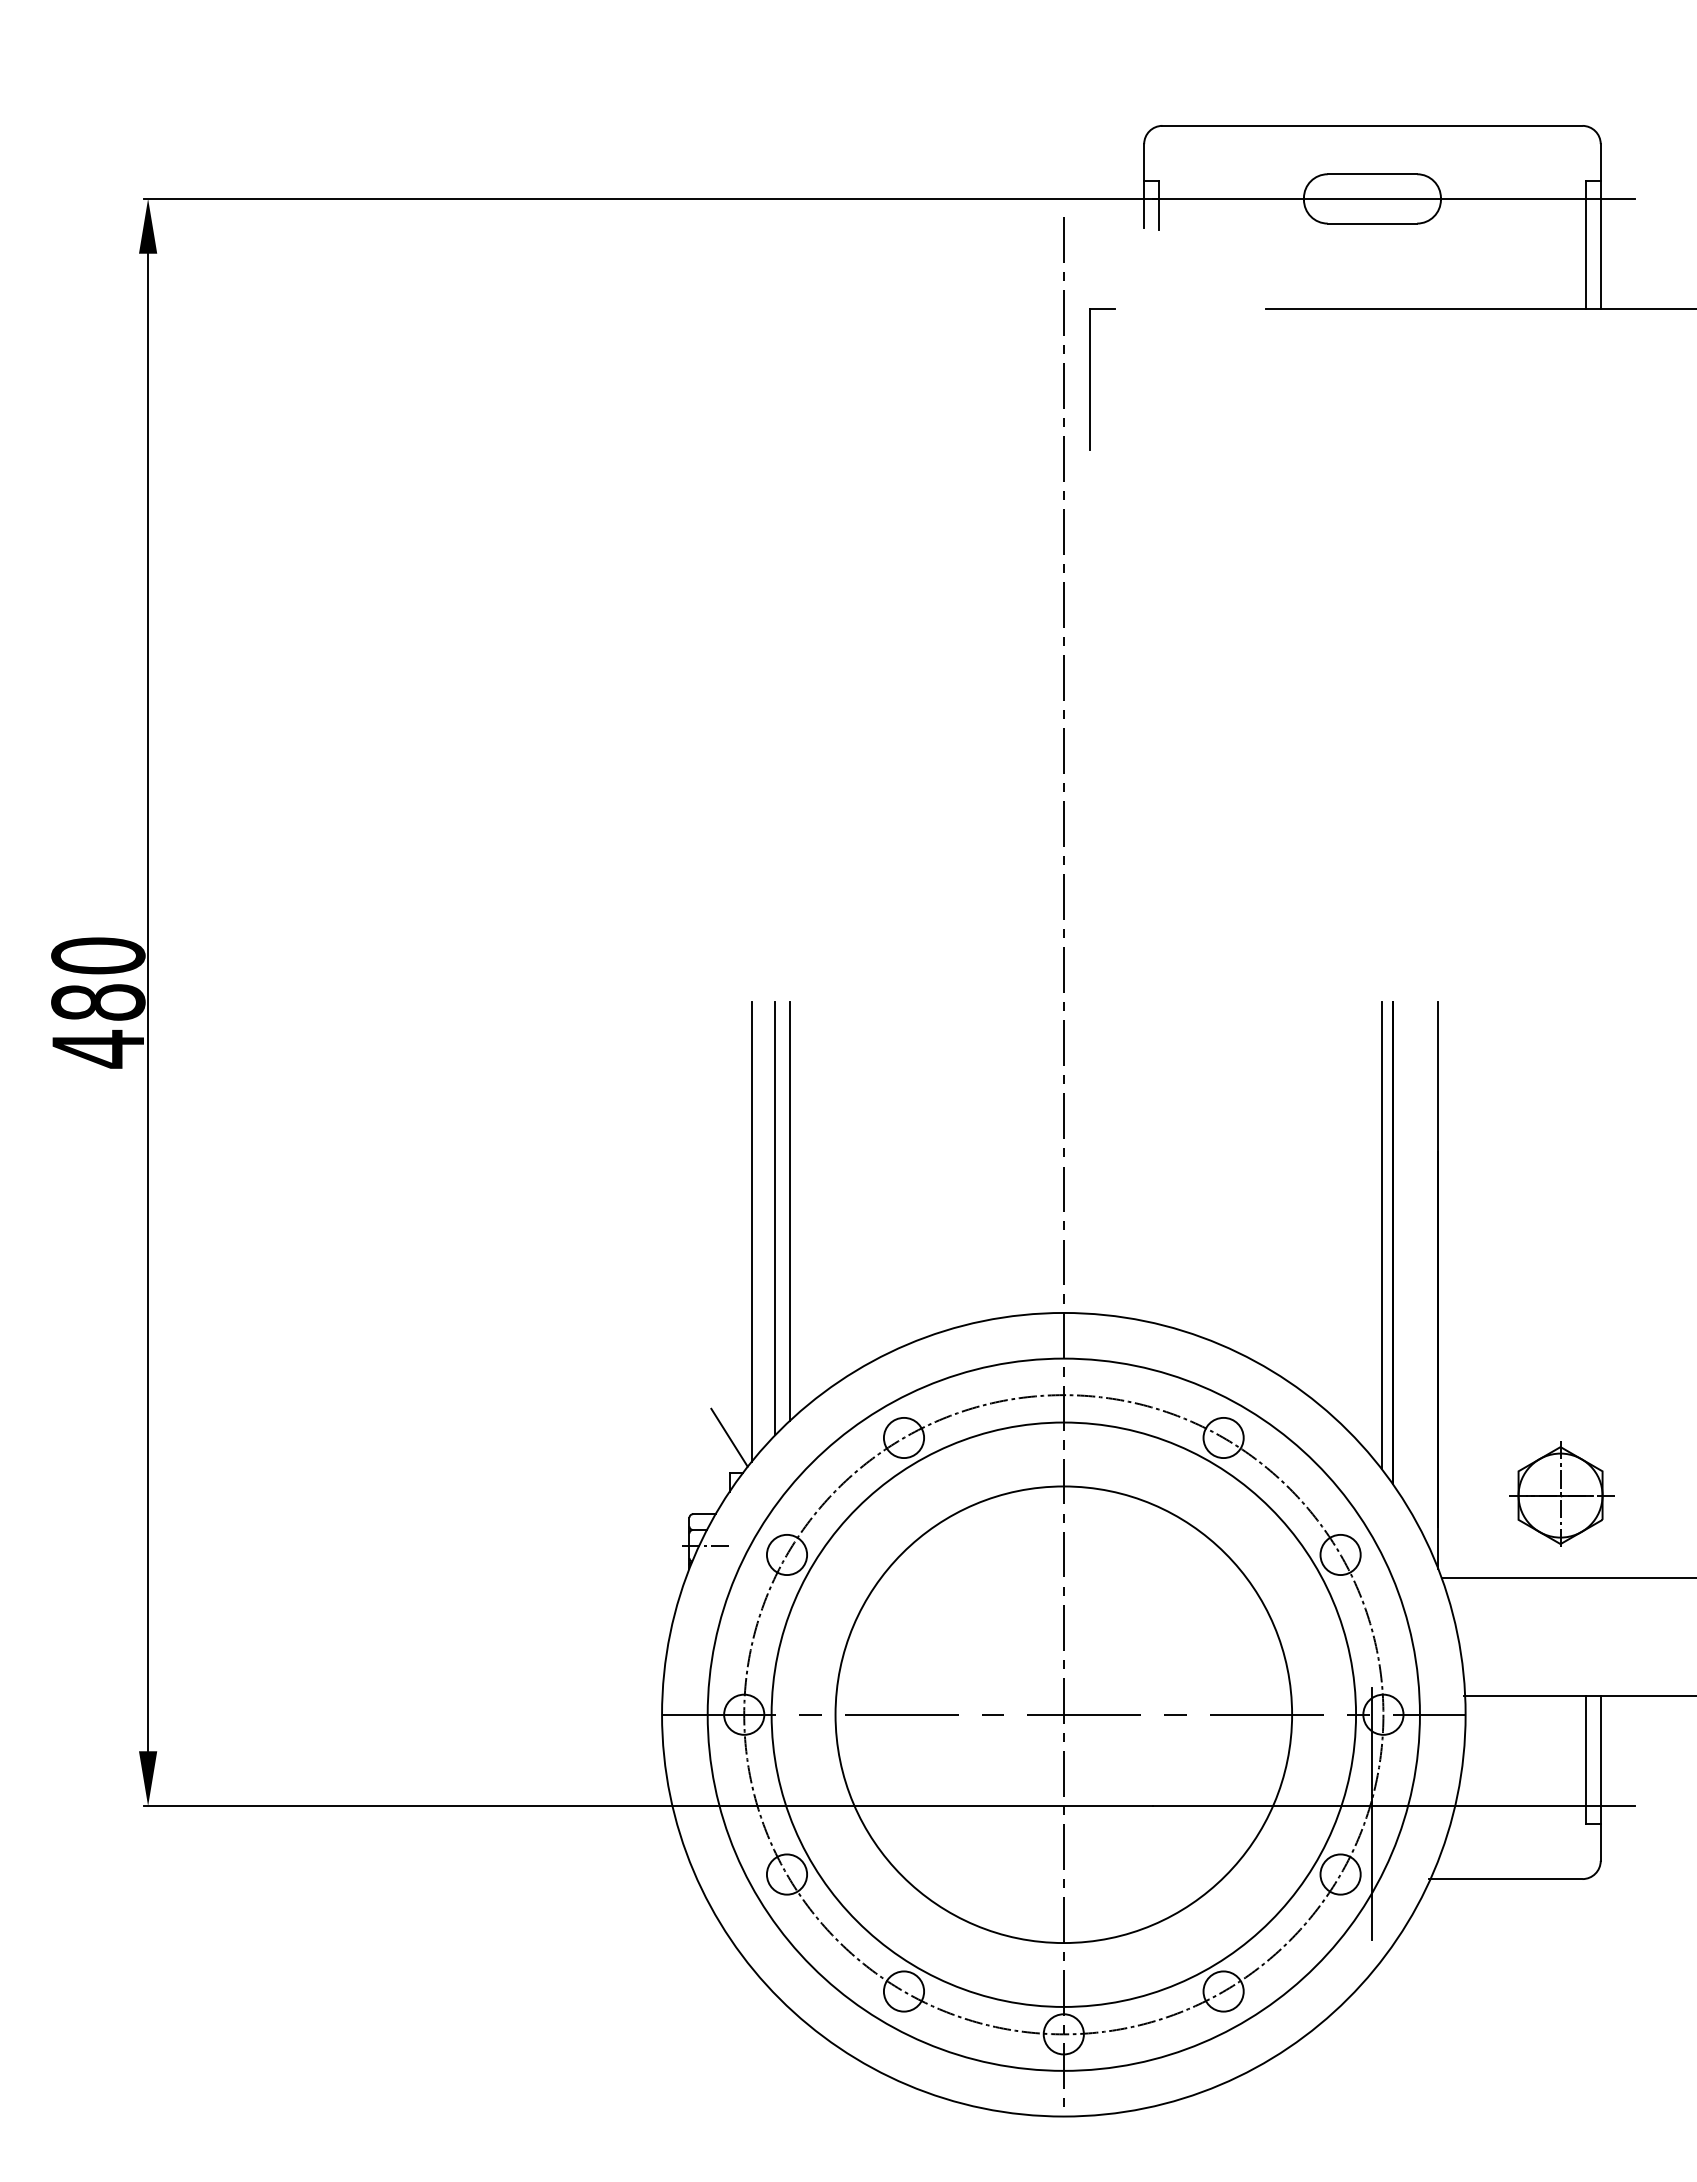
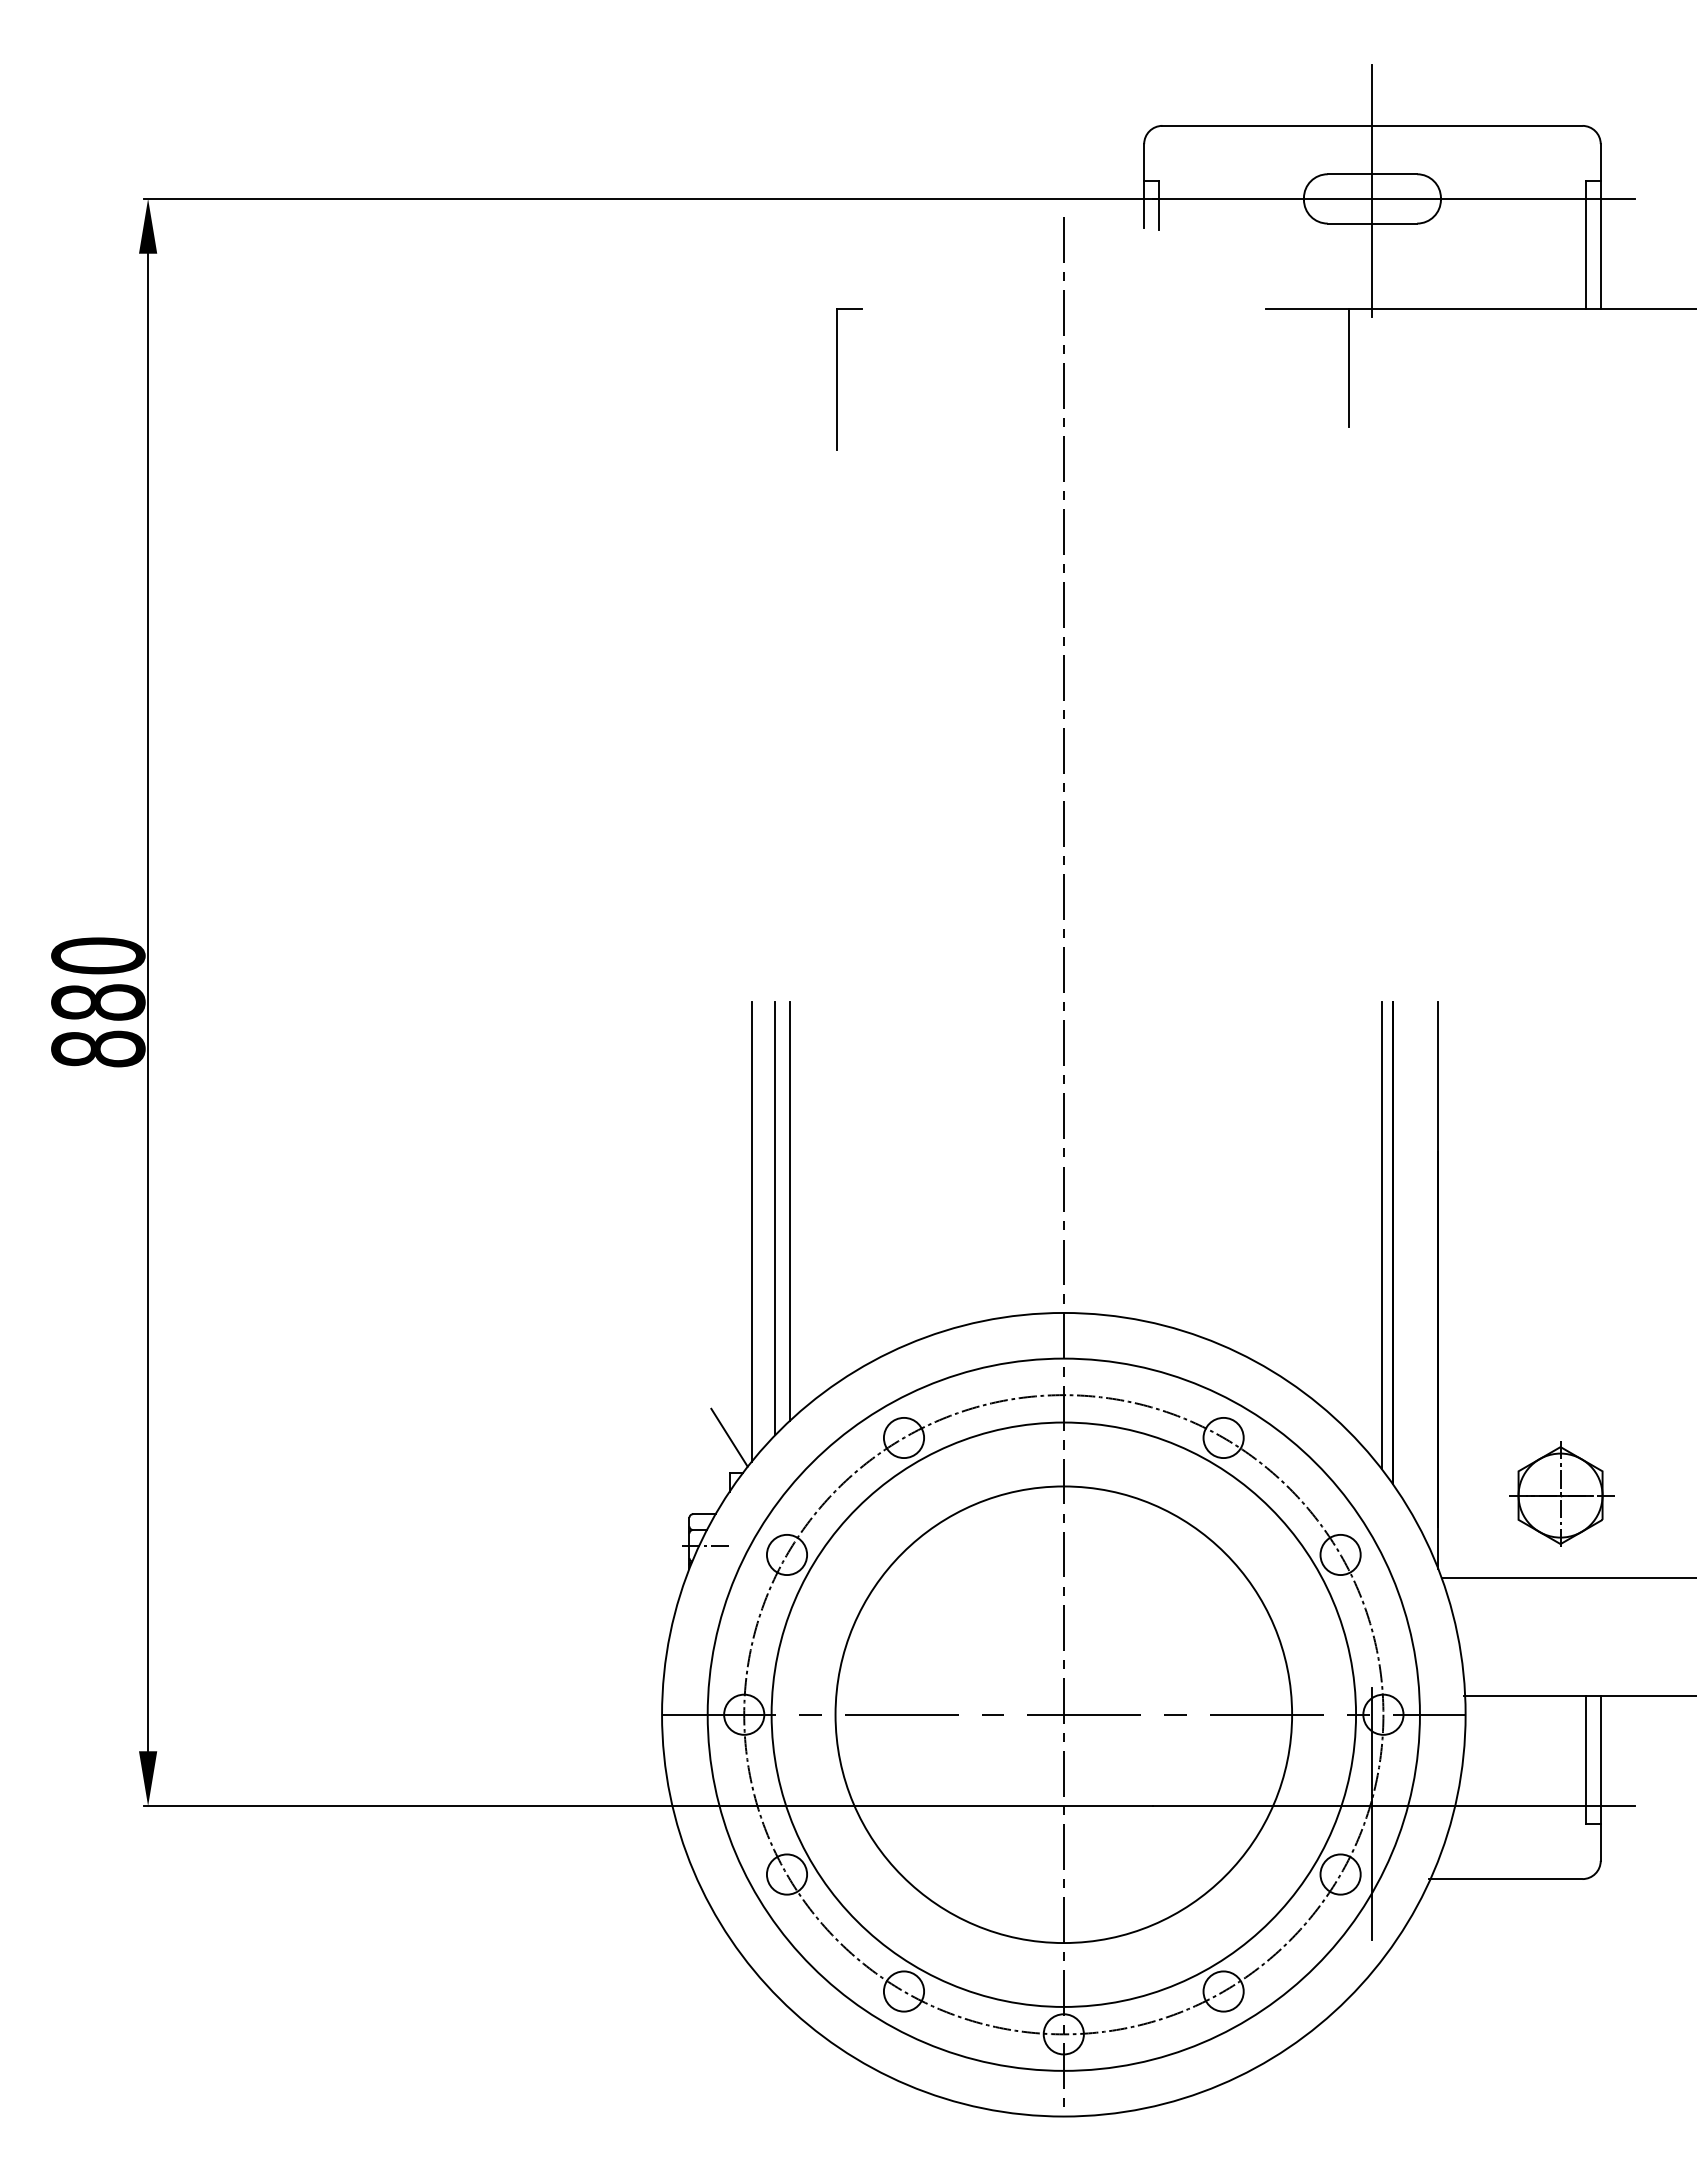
line at (1372, 191): none -> present
line at (1348, 367): none -> present
part at (1090, 379) position: (1090, 379) -> (837, 379)
text at (98, 1048): 480 -> 880
